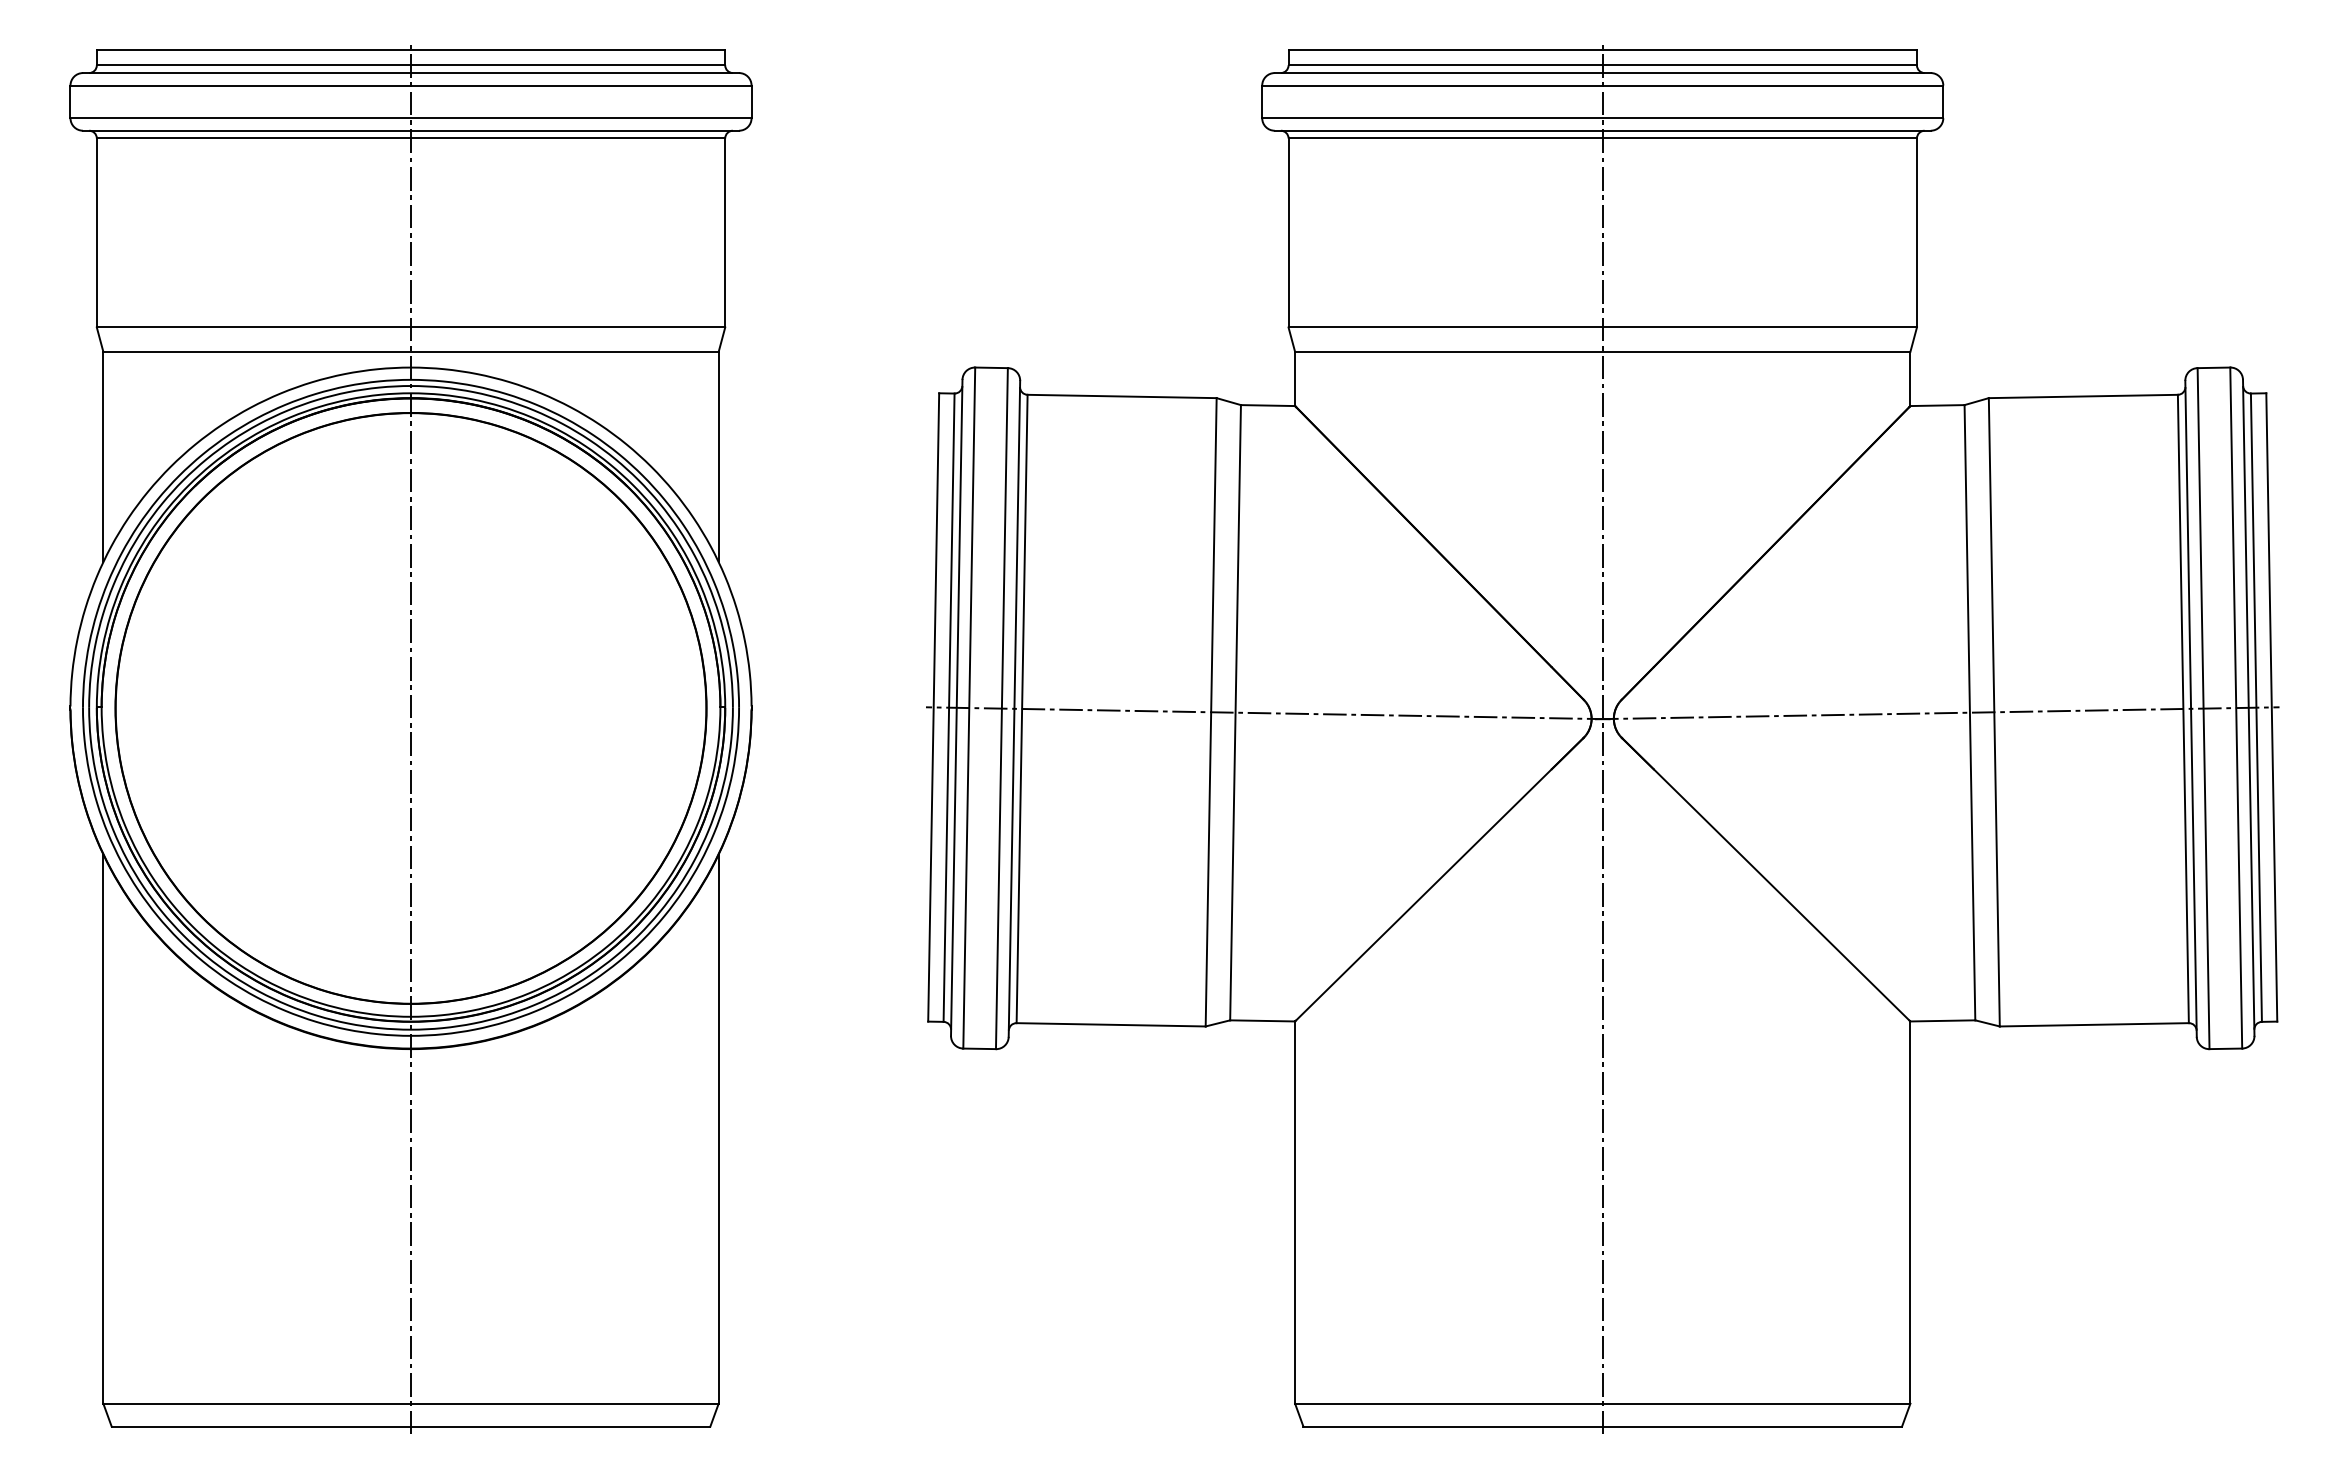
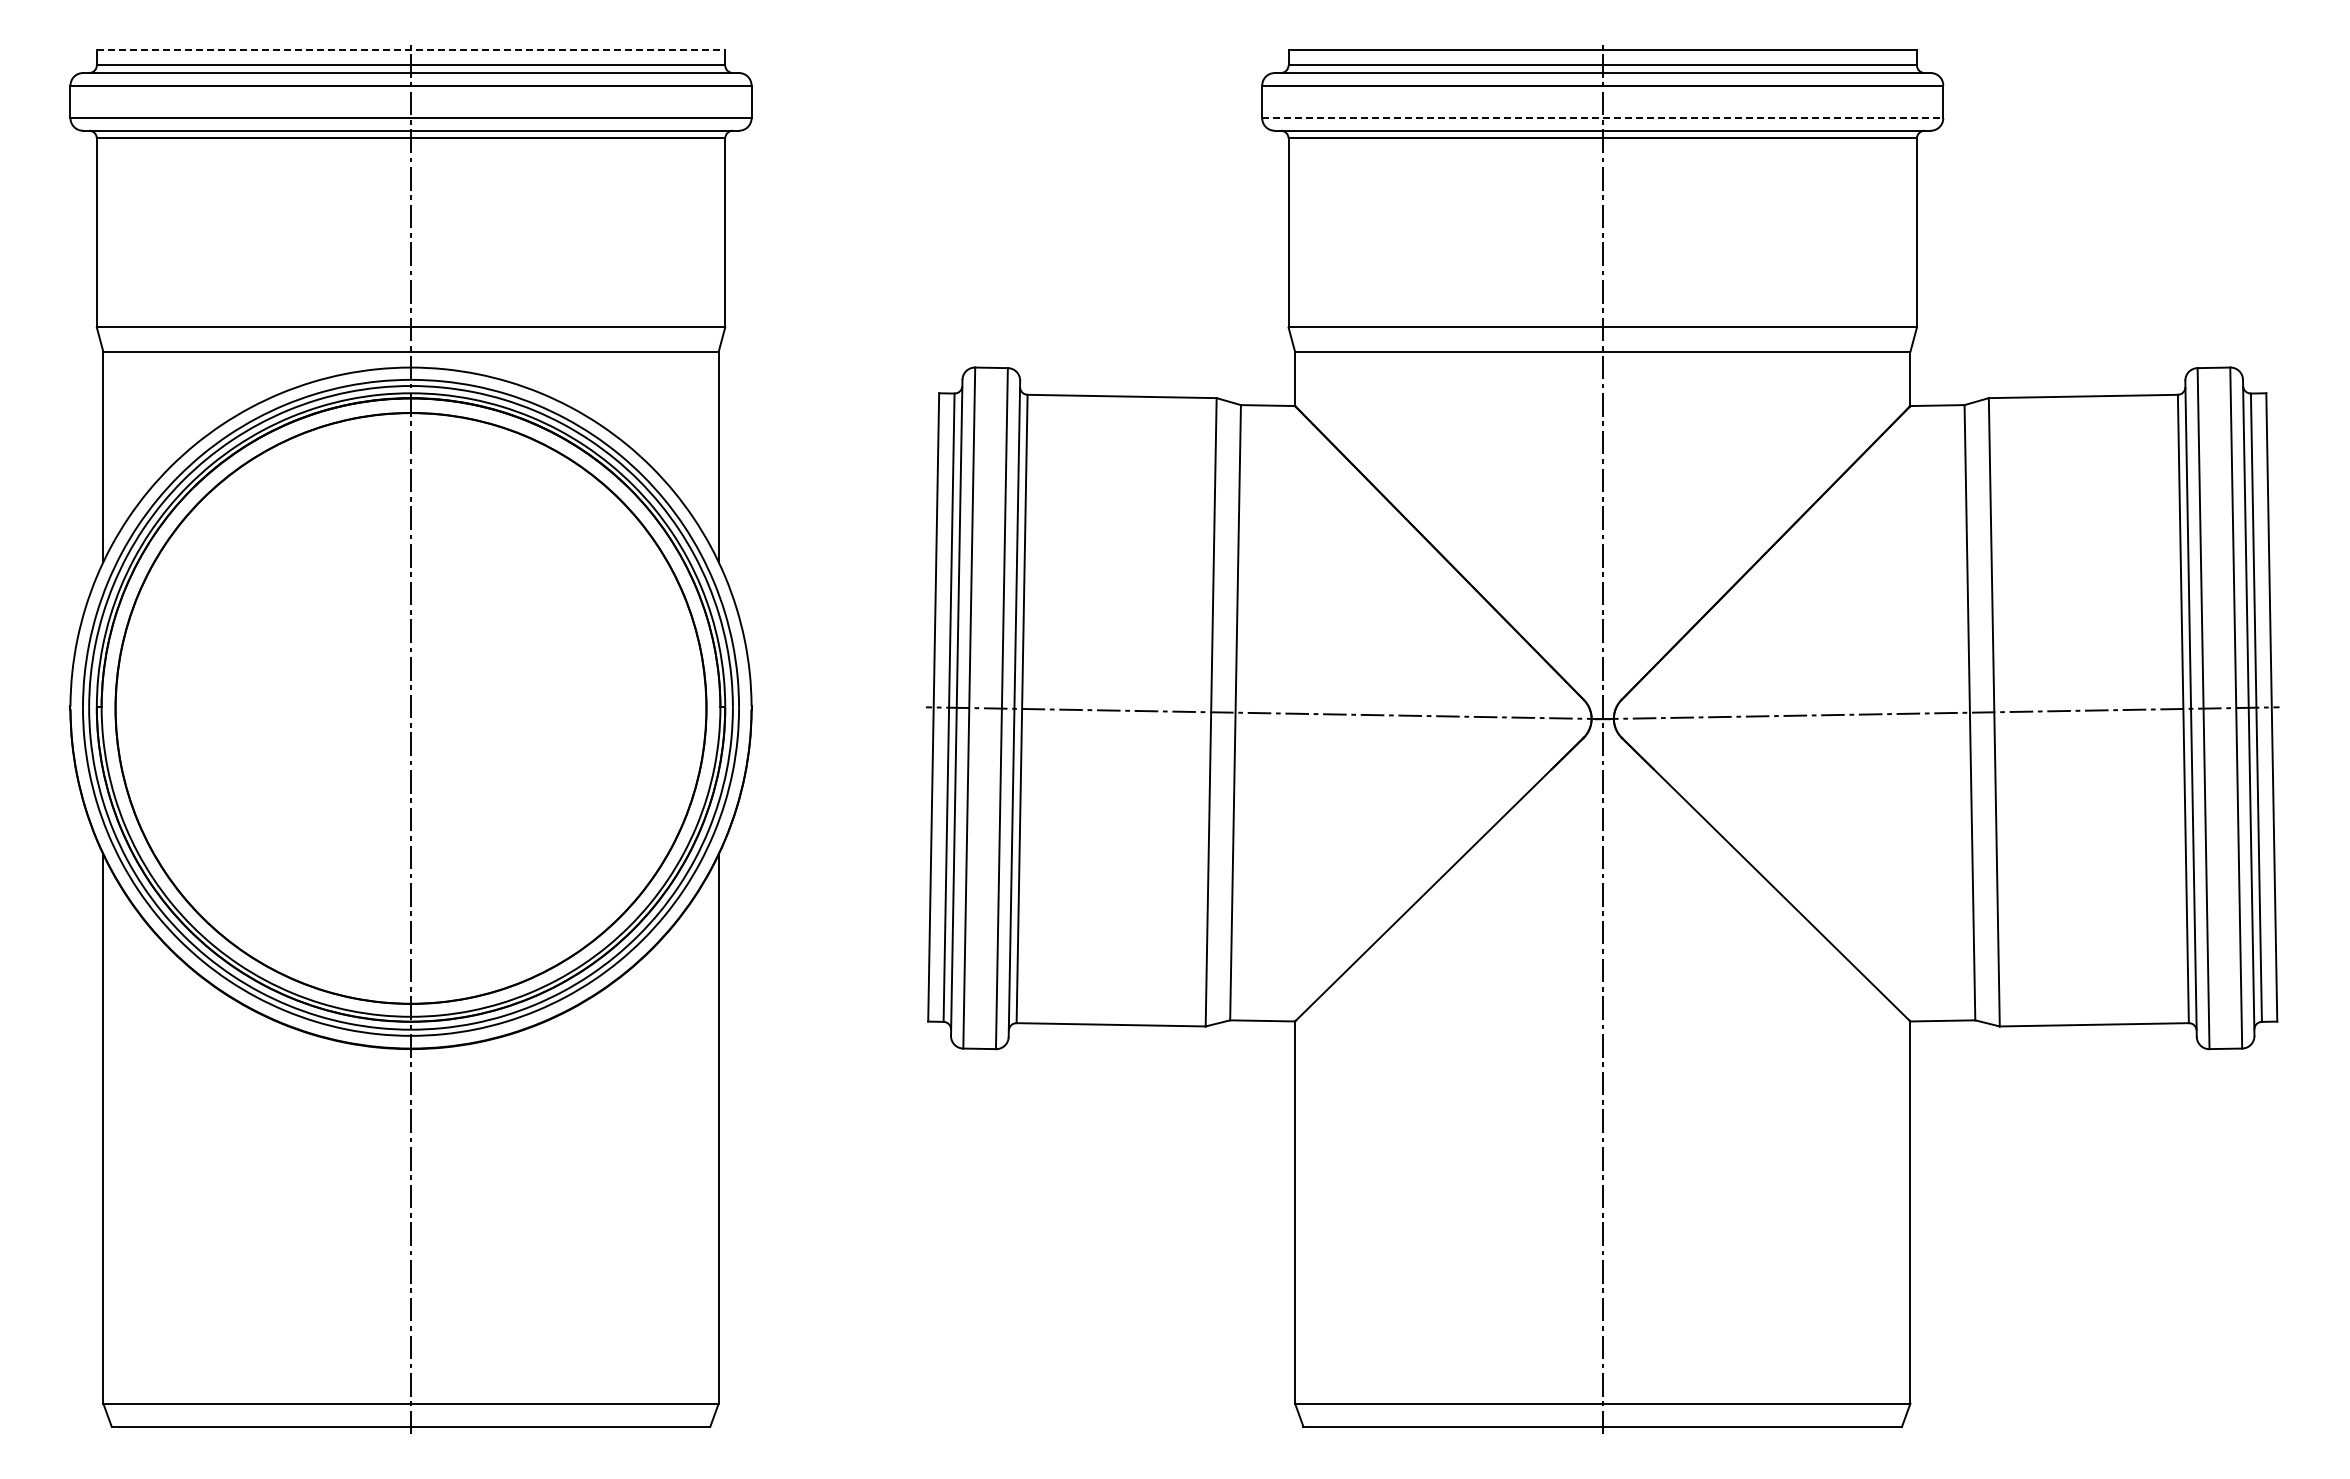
line at (411, 49): solid -> dashed
line at (1602, 118): solid -> dashed
